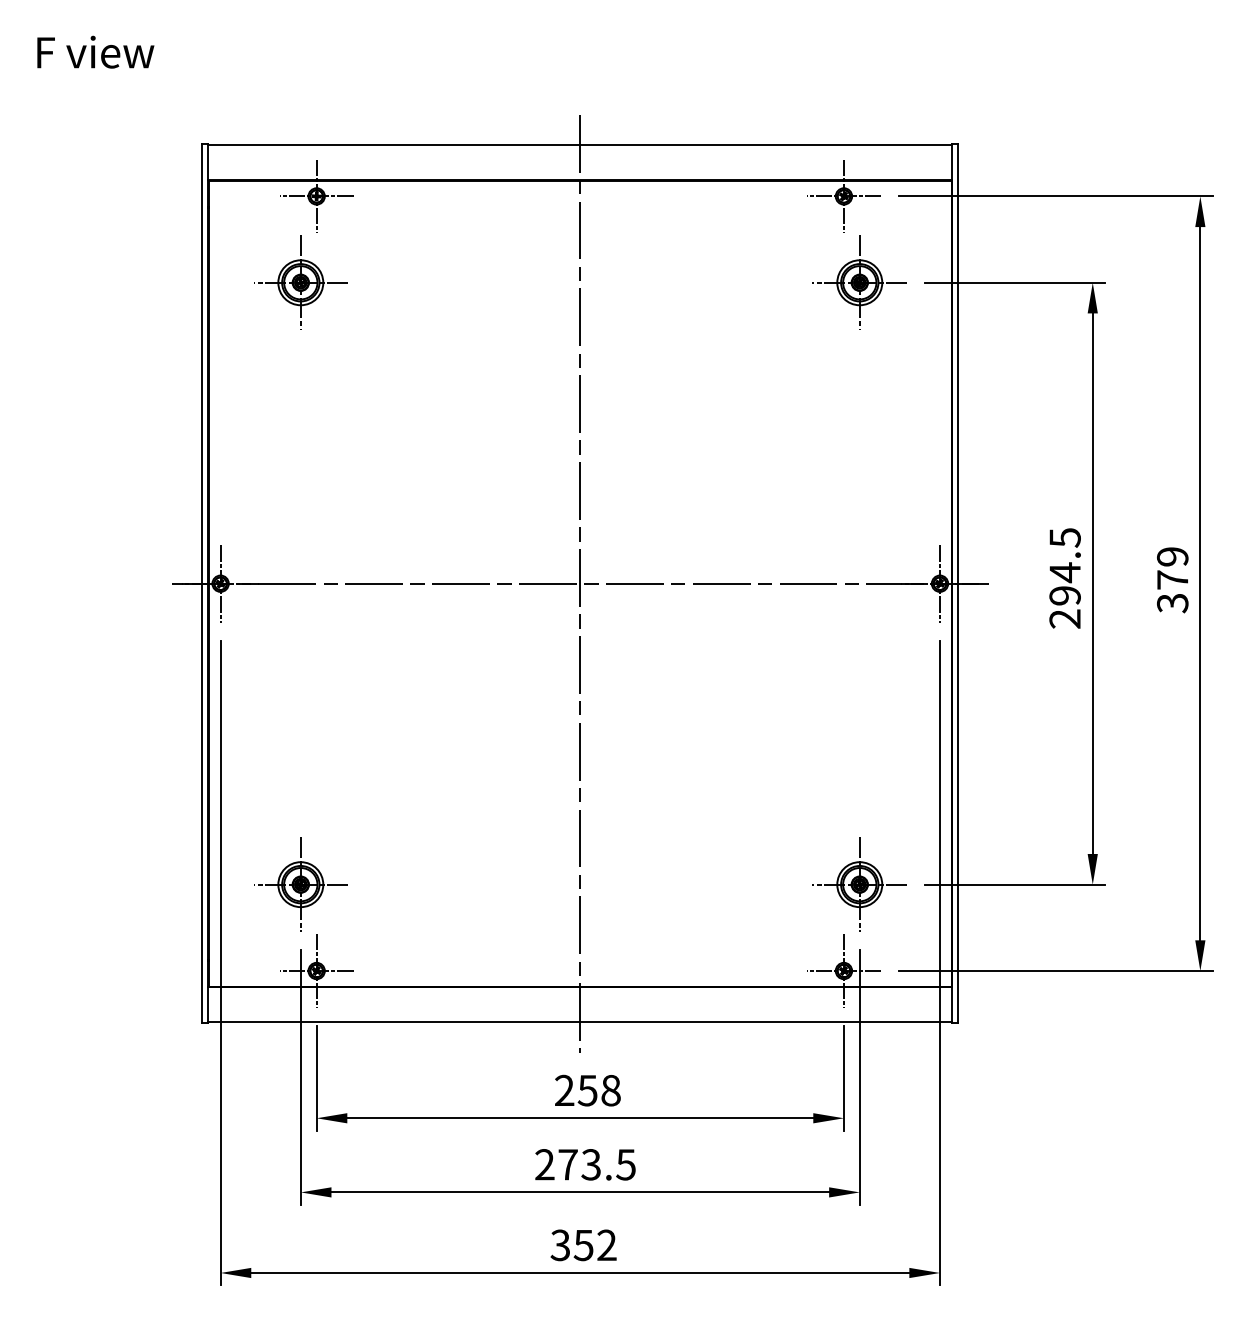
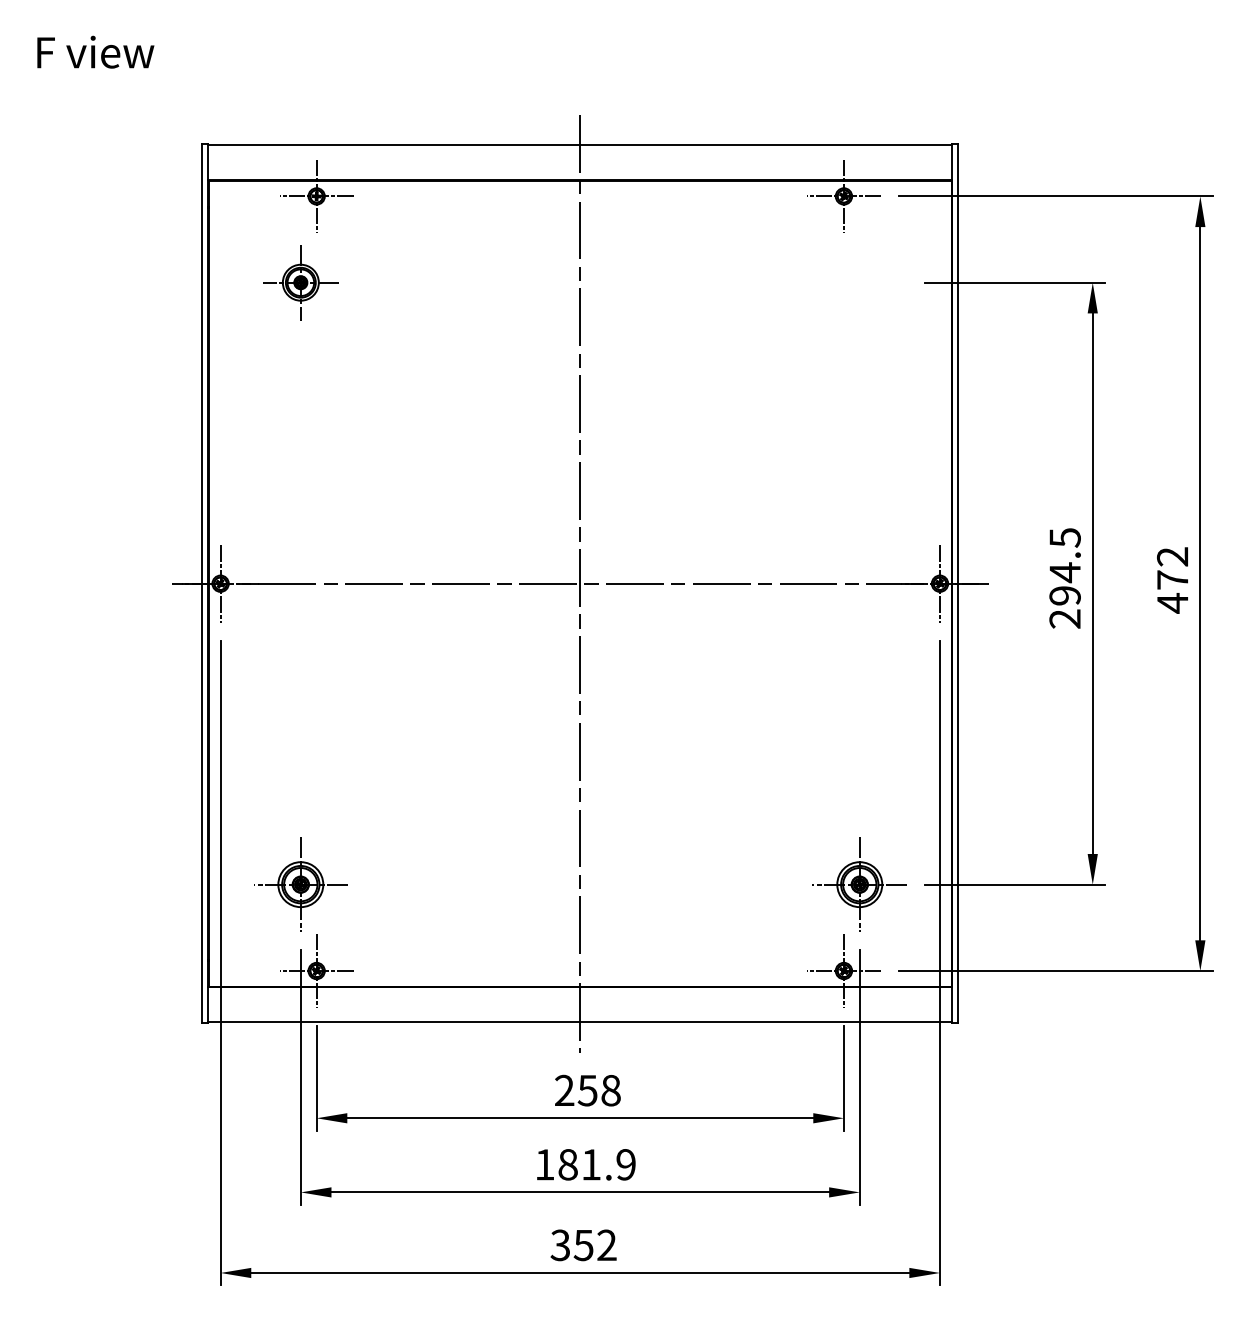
part at (300, 282) size: 94x95 px -> 76x76 px
part at (859, 282): present -> none
text at (1172, 580): 379 -> 472
text at (585, 1164): 273.5 -> 181.9
